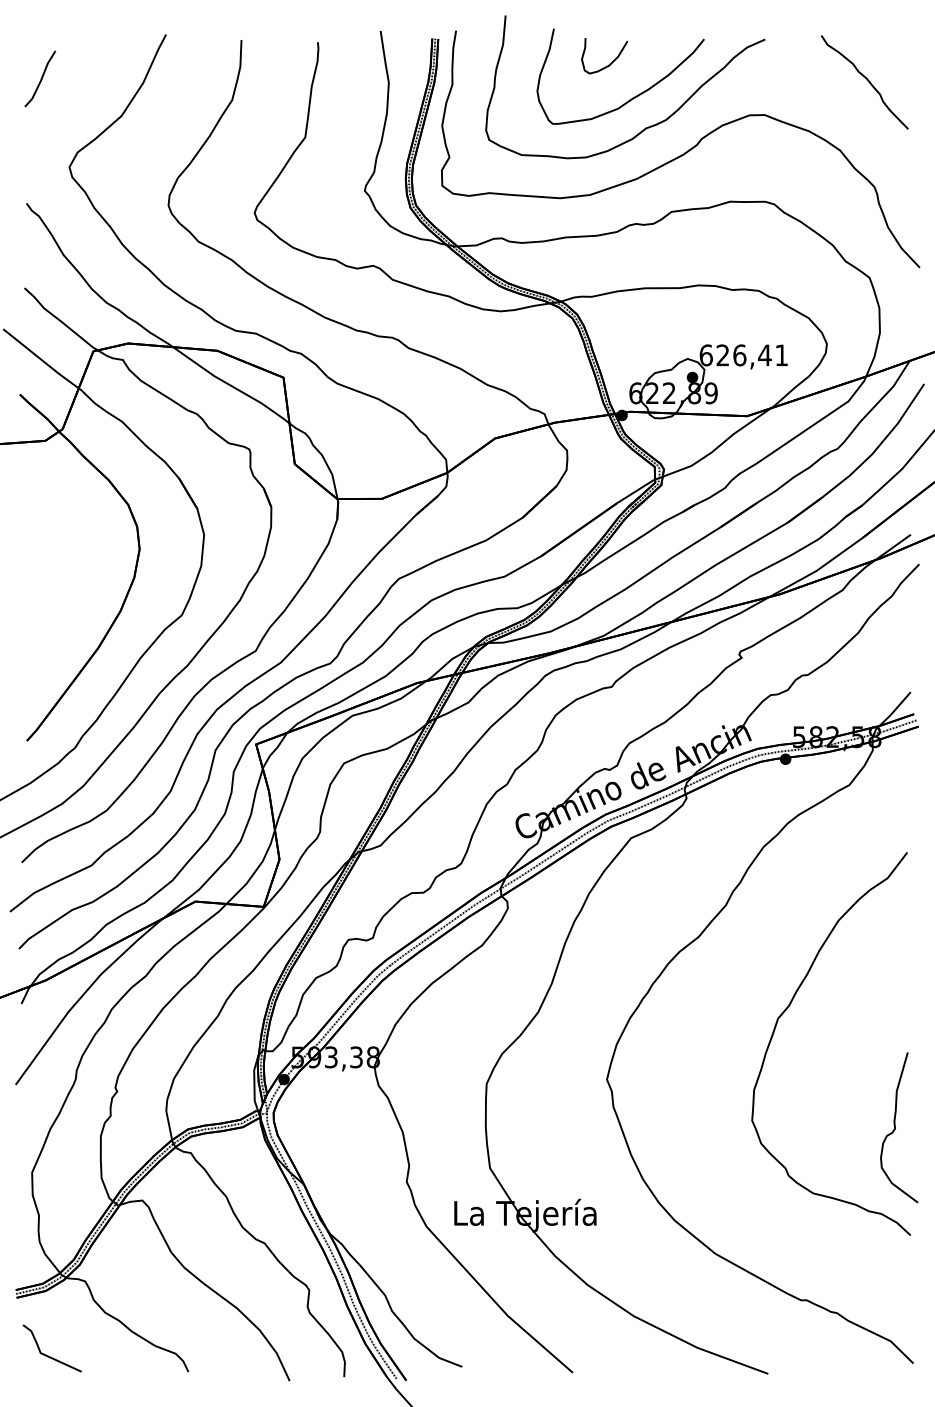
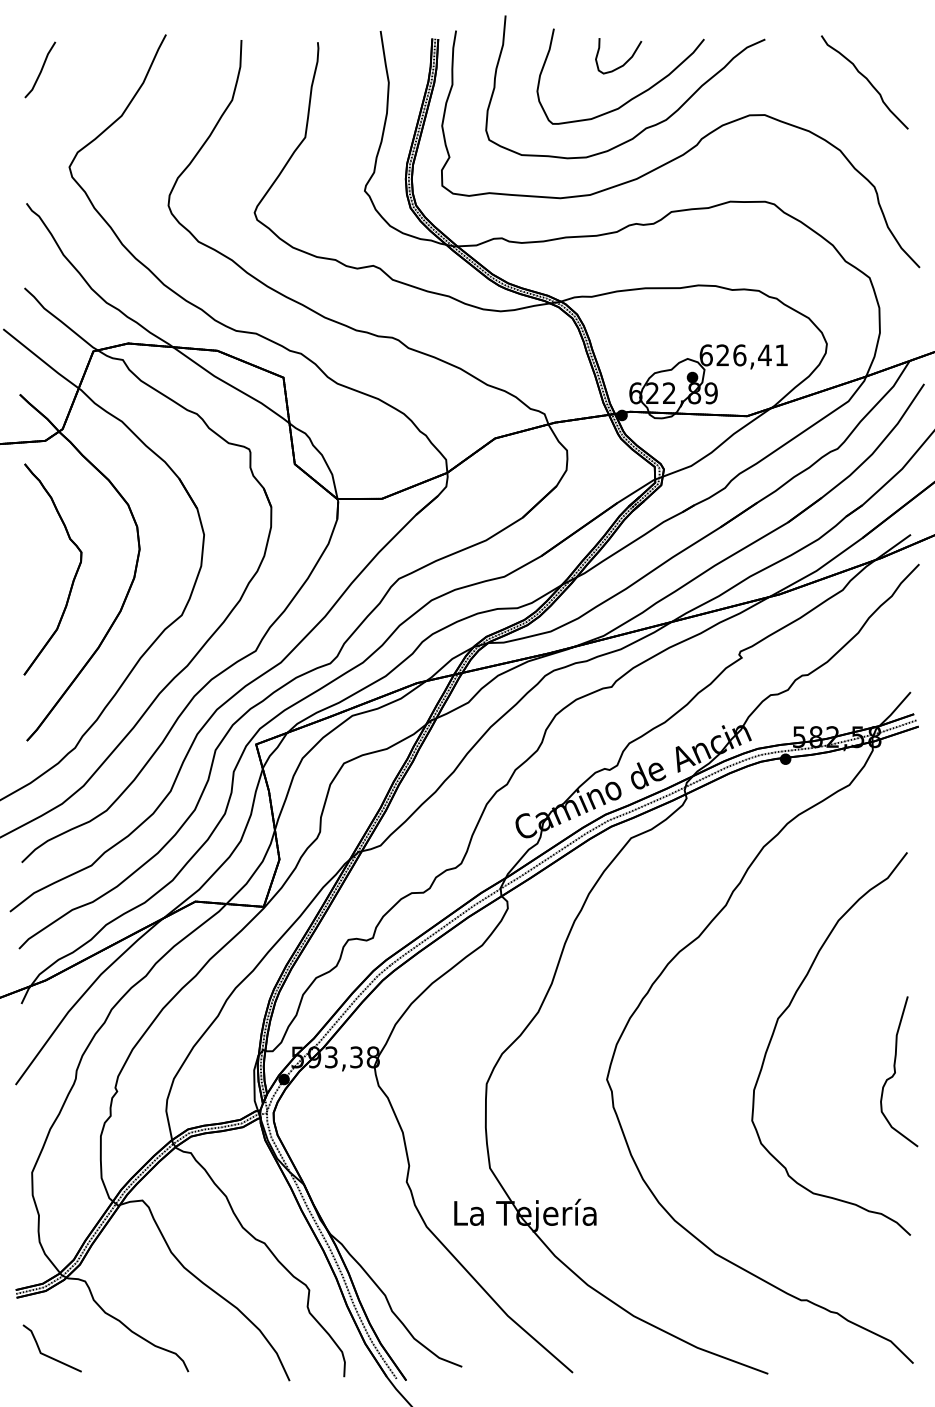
curve at (610, 62) position: (610, 62) -> (624, 62)
line at (40, 78) position: (40, 78) -> (40, 69)
part at (73, 577): none -> present
part at (899, 1127) position: (899, 1127) -> (899, 1071)
